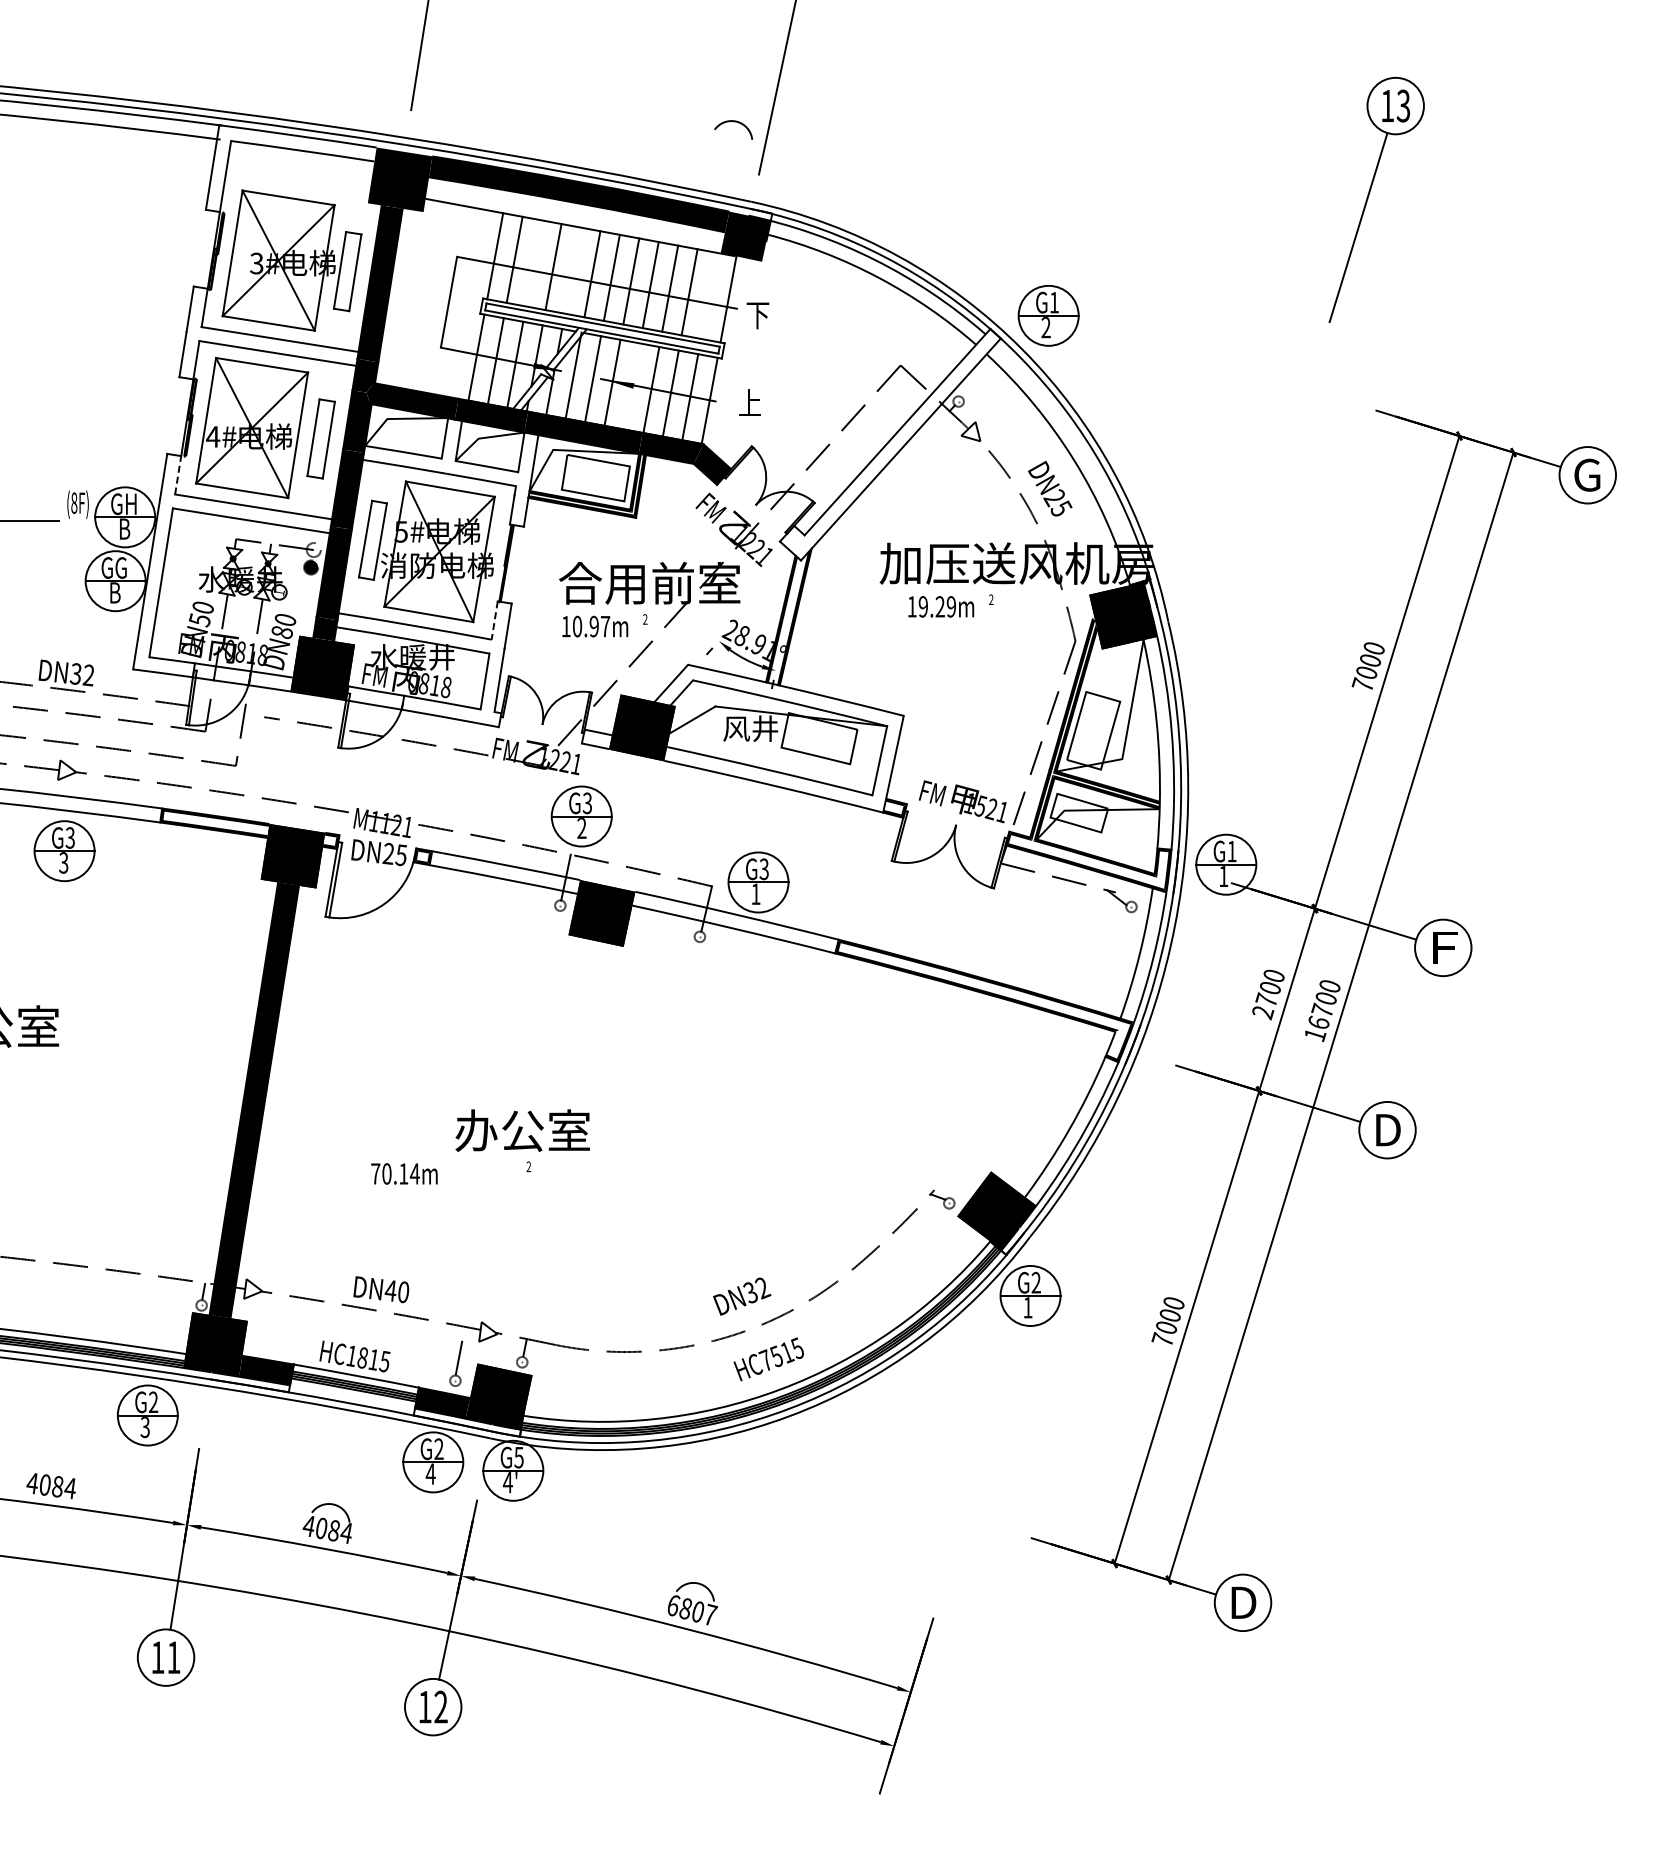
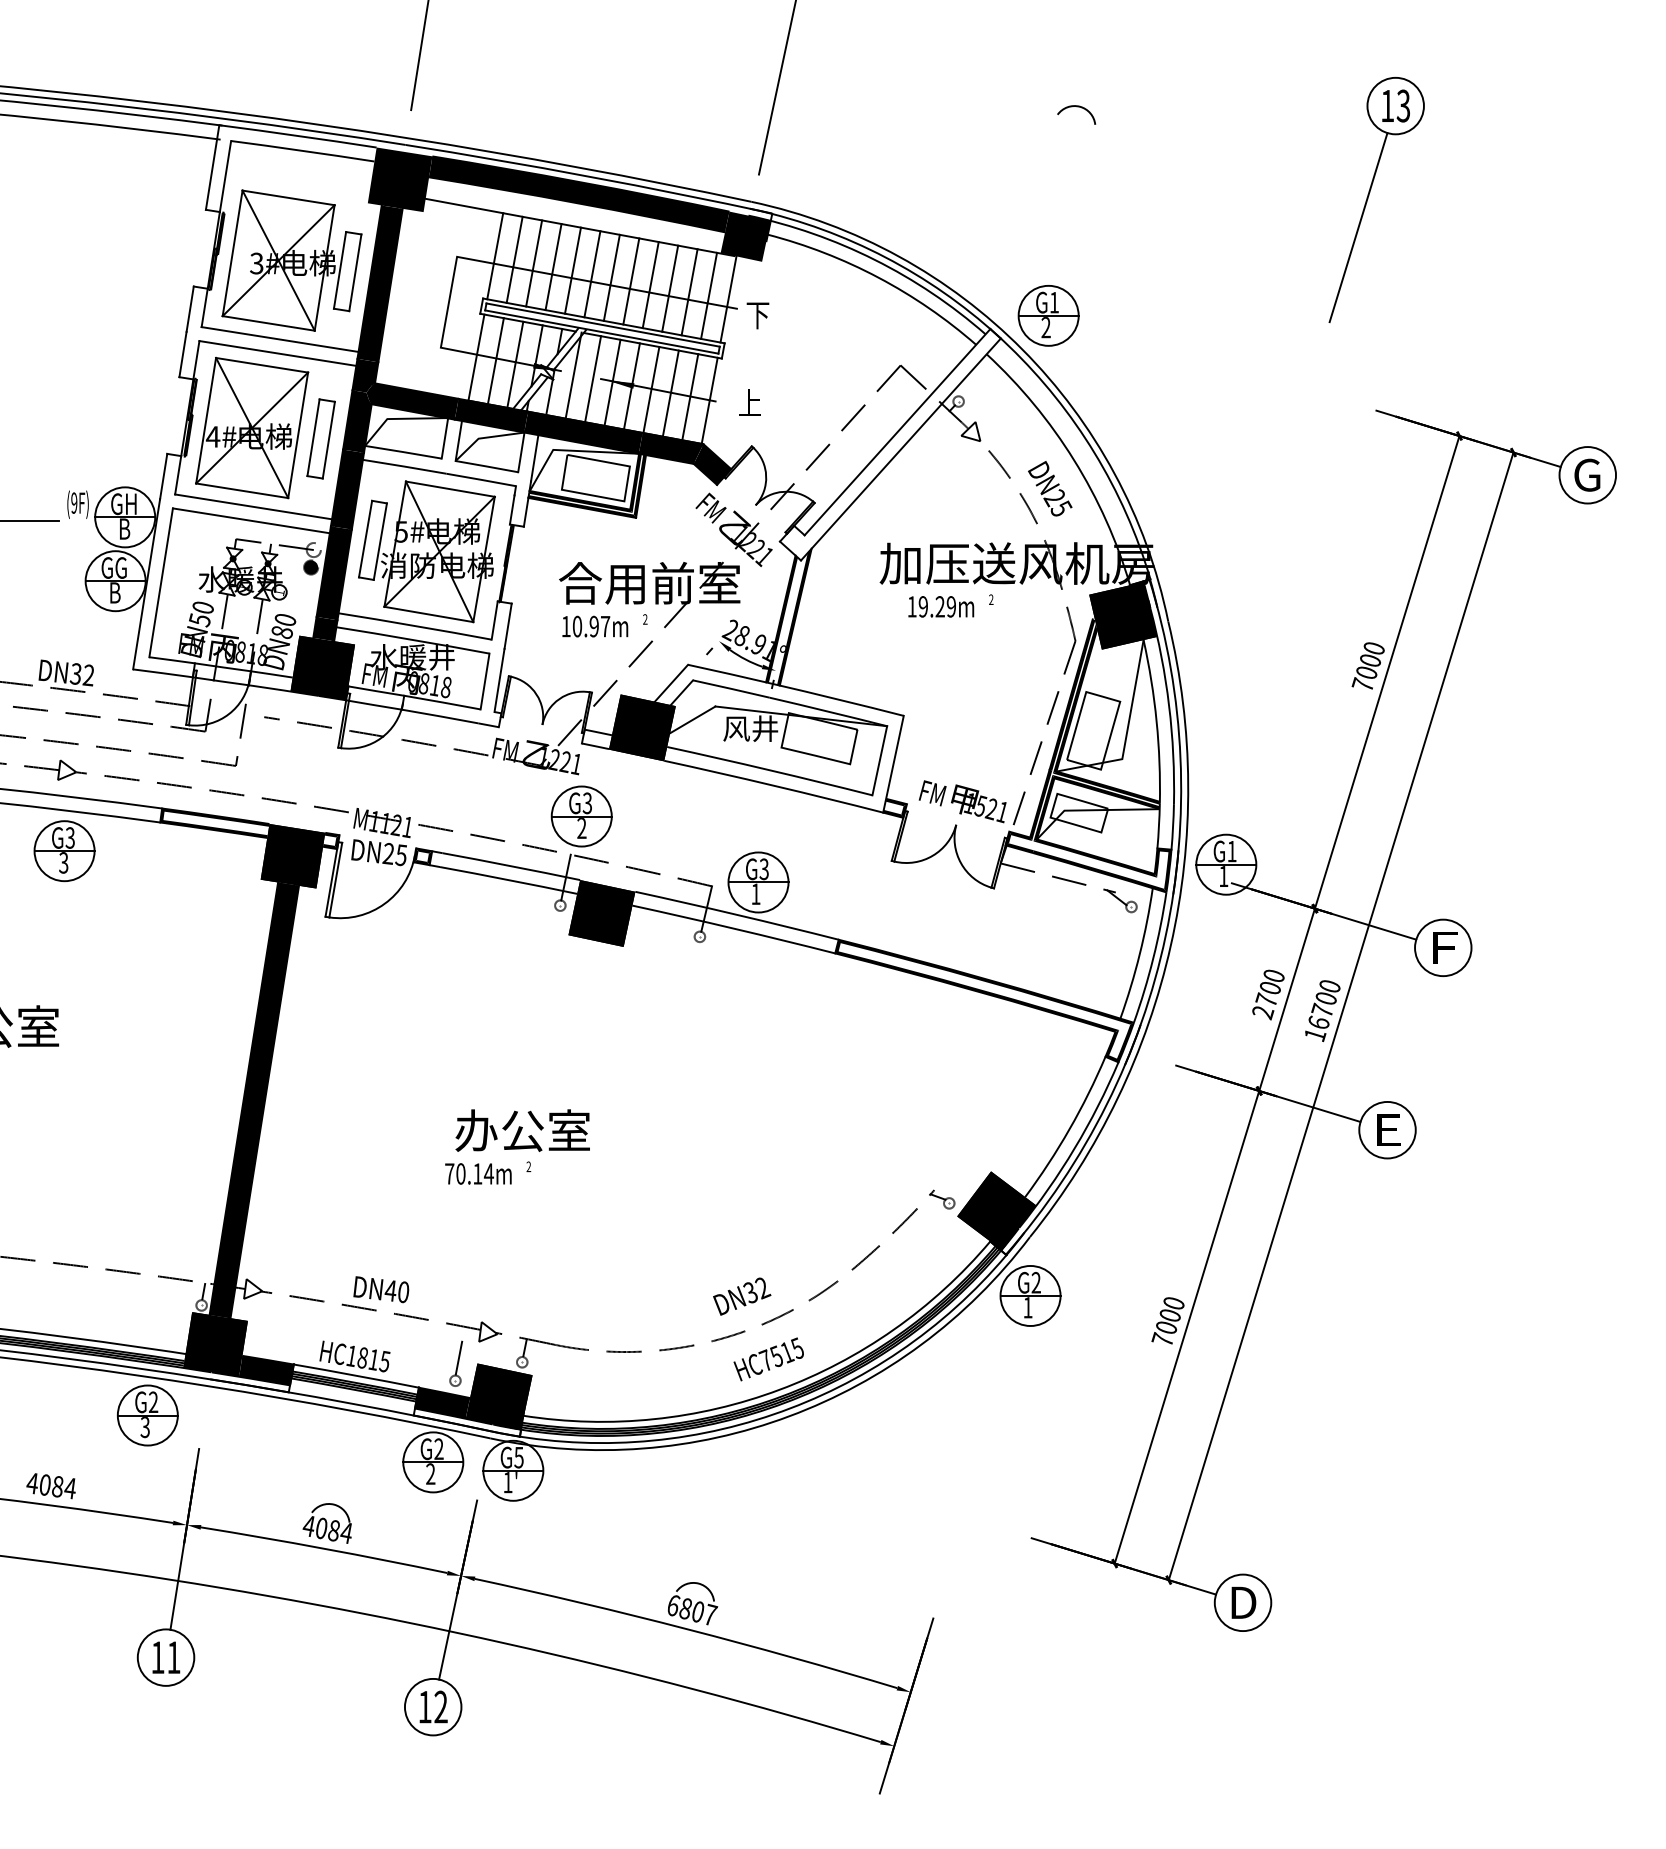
arc at (733, 122) position: (733, 122) -> (1076, 107)
line at (534, 263): none -> present
line at (572, 270): none -> present
line at (709, 295): none -> present
line at (631, 386): none -> present
line at (178, 474): dashed -> solid
text at (74, 502): (8F) -> (9F)
line at (494, 621): dashed -> solid
fill at (1112, 1043): none -> present
text at (1388, 1130): D -> E
text at (404, 1173) position: (404, 1173) -> (478, 1173)
text at (430, 1473): 4 -> 2
text at (507, 1482): 4' -> 1'
